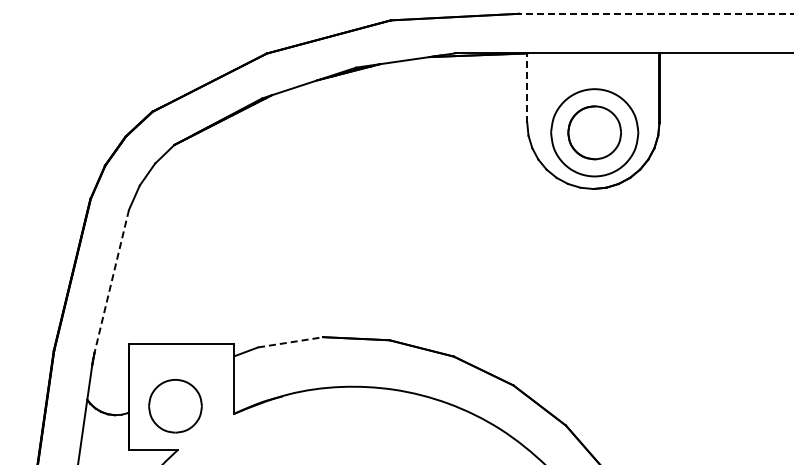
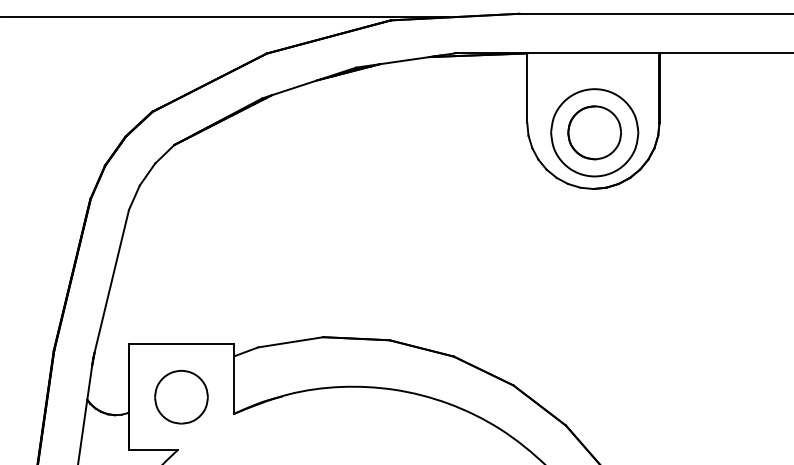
line at (656, 13): dashed -> solid
line at (225, 17): none -> present
line at (527, 88): dashed -> solid
line at (110, 284): dashed -> solid
line at (291, 342): dashed -> solid
part at (175, 406) position: (175, 406) -> (181, 397)
